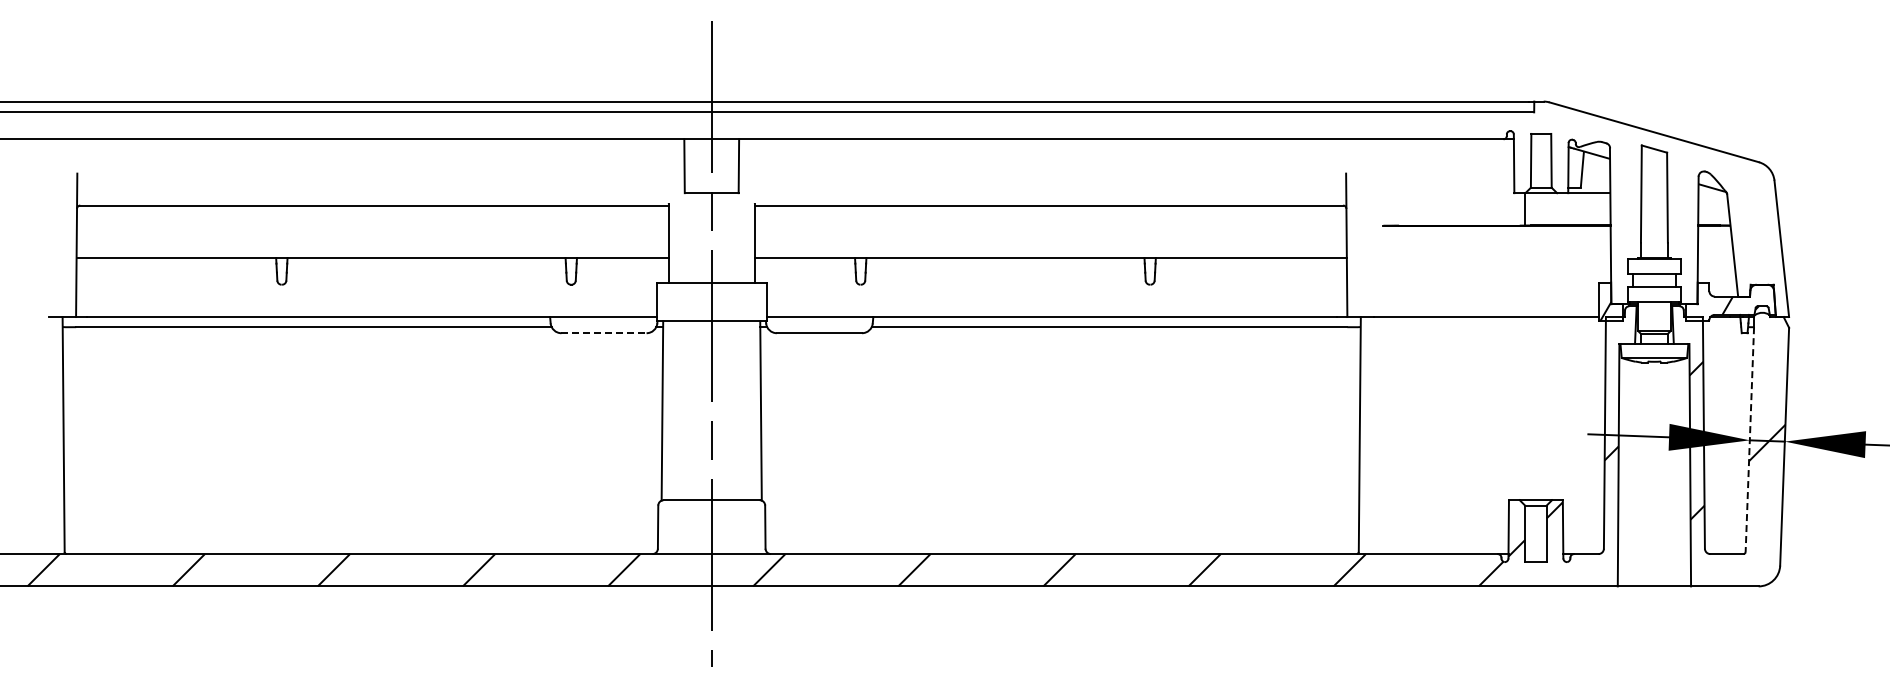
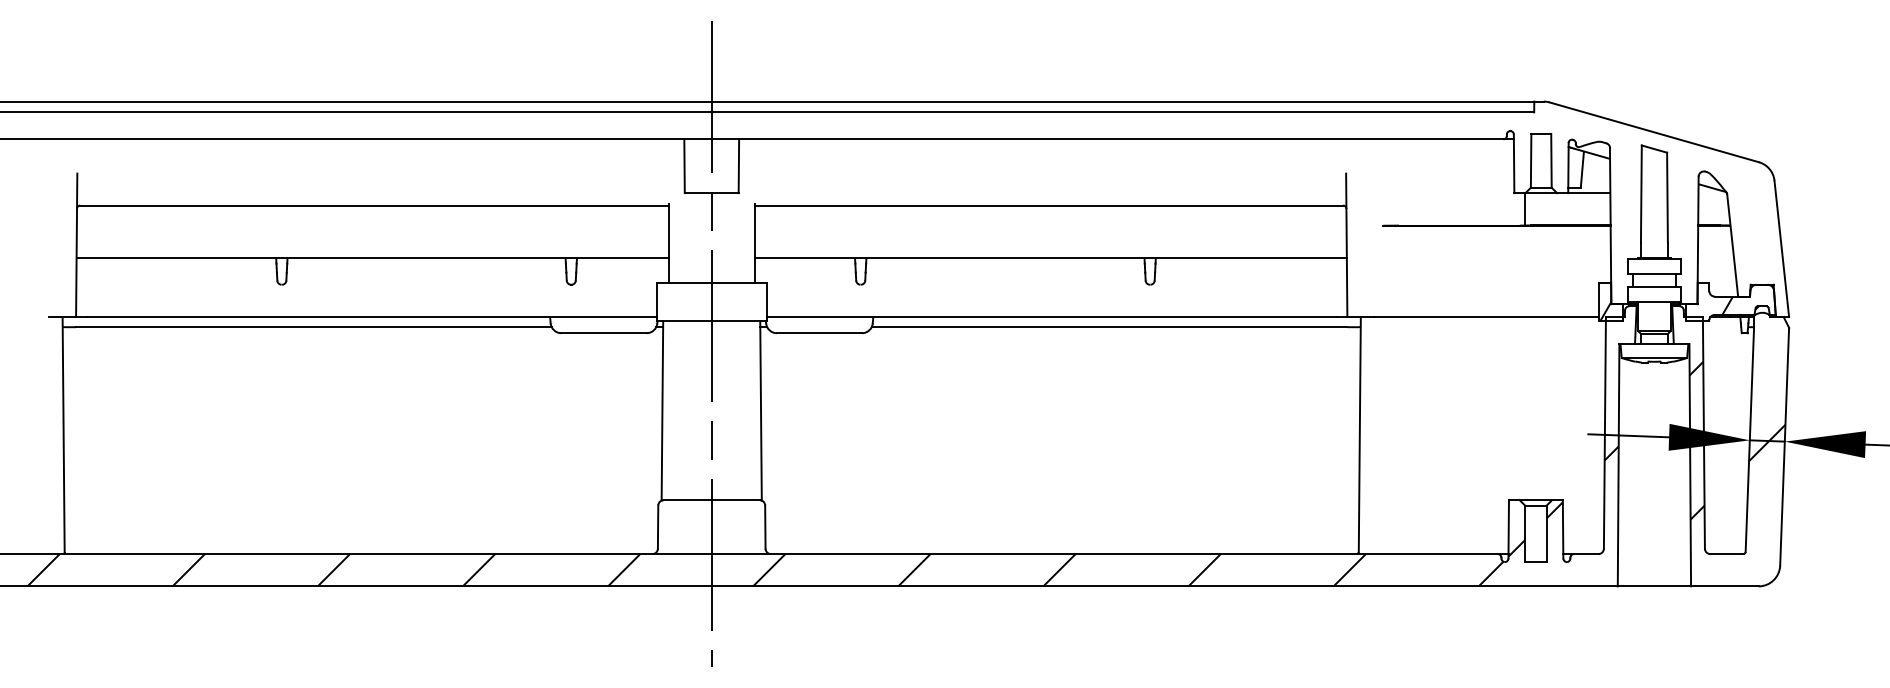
line at (603, 333): dashed -> solid
line at (1749, 440): dashed -> solid
